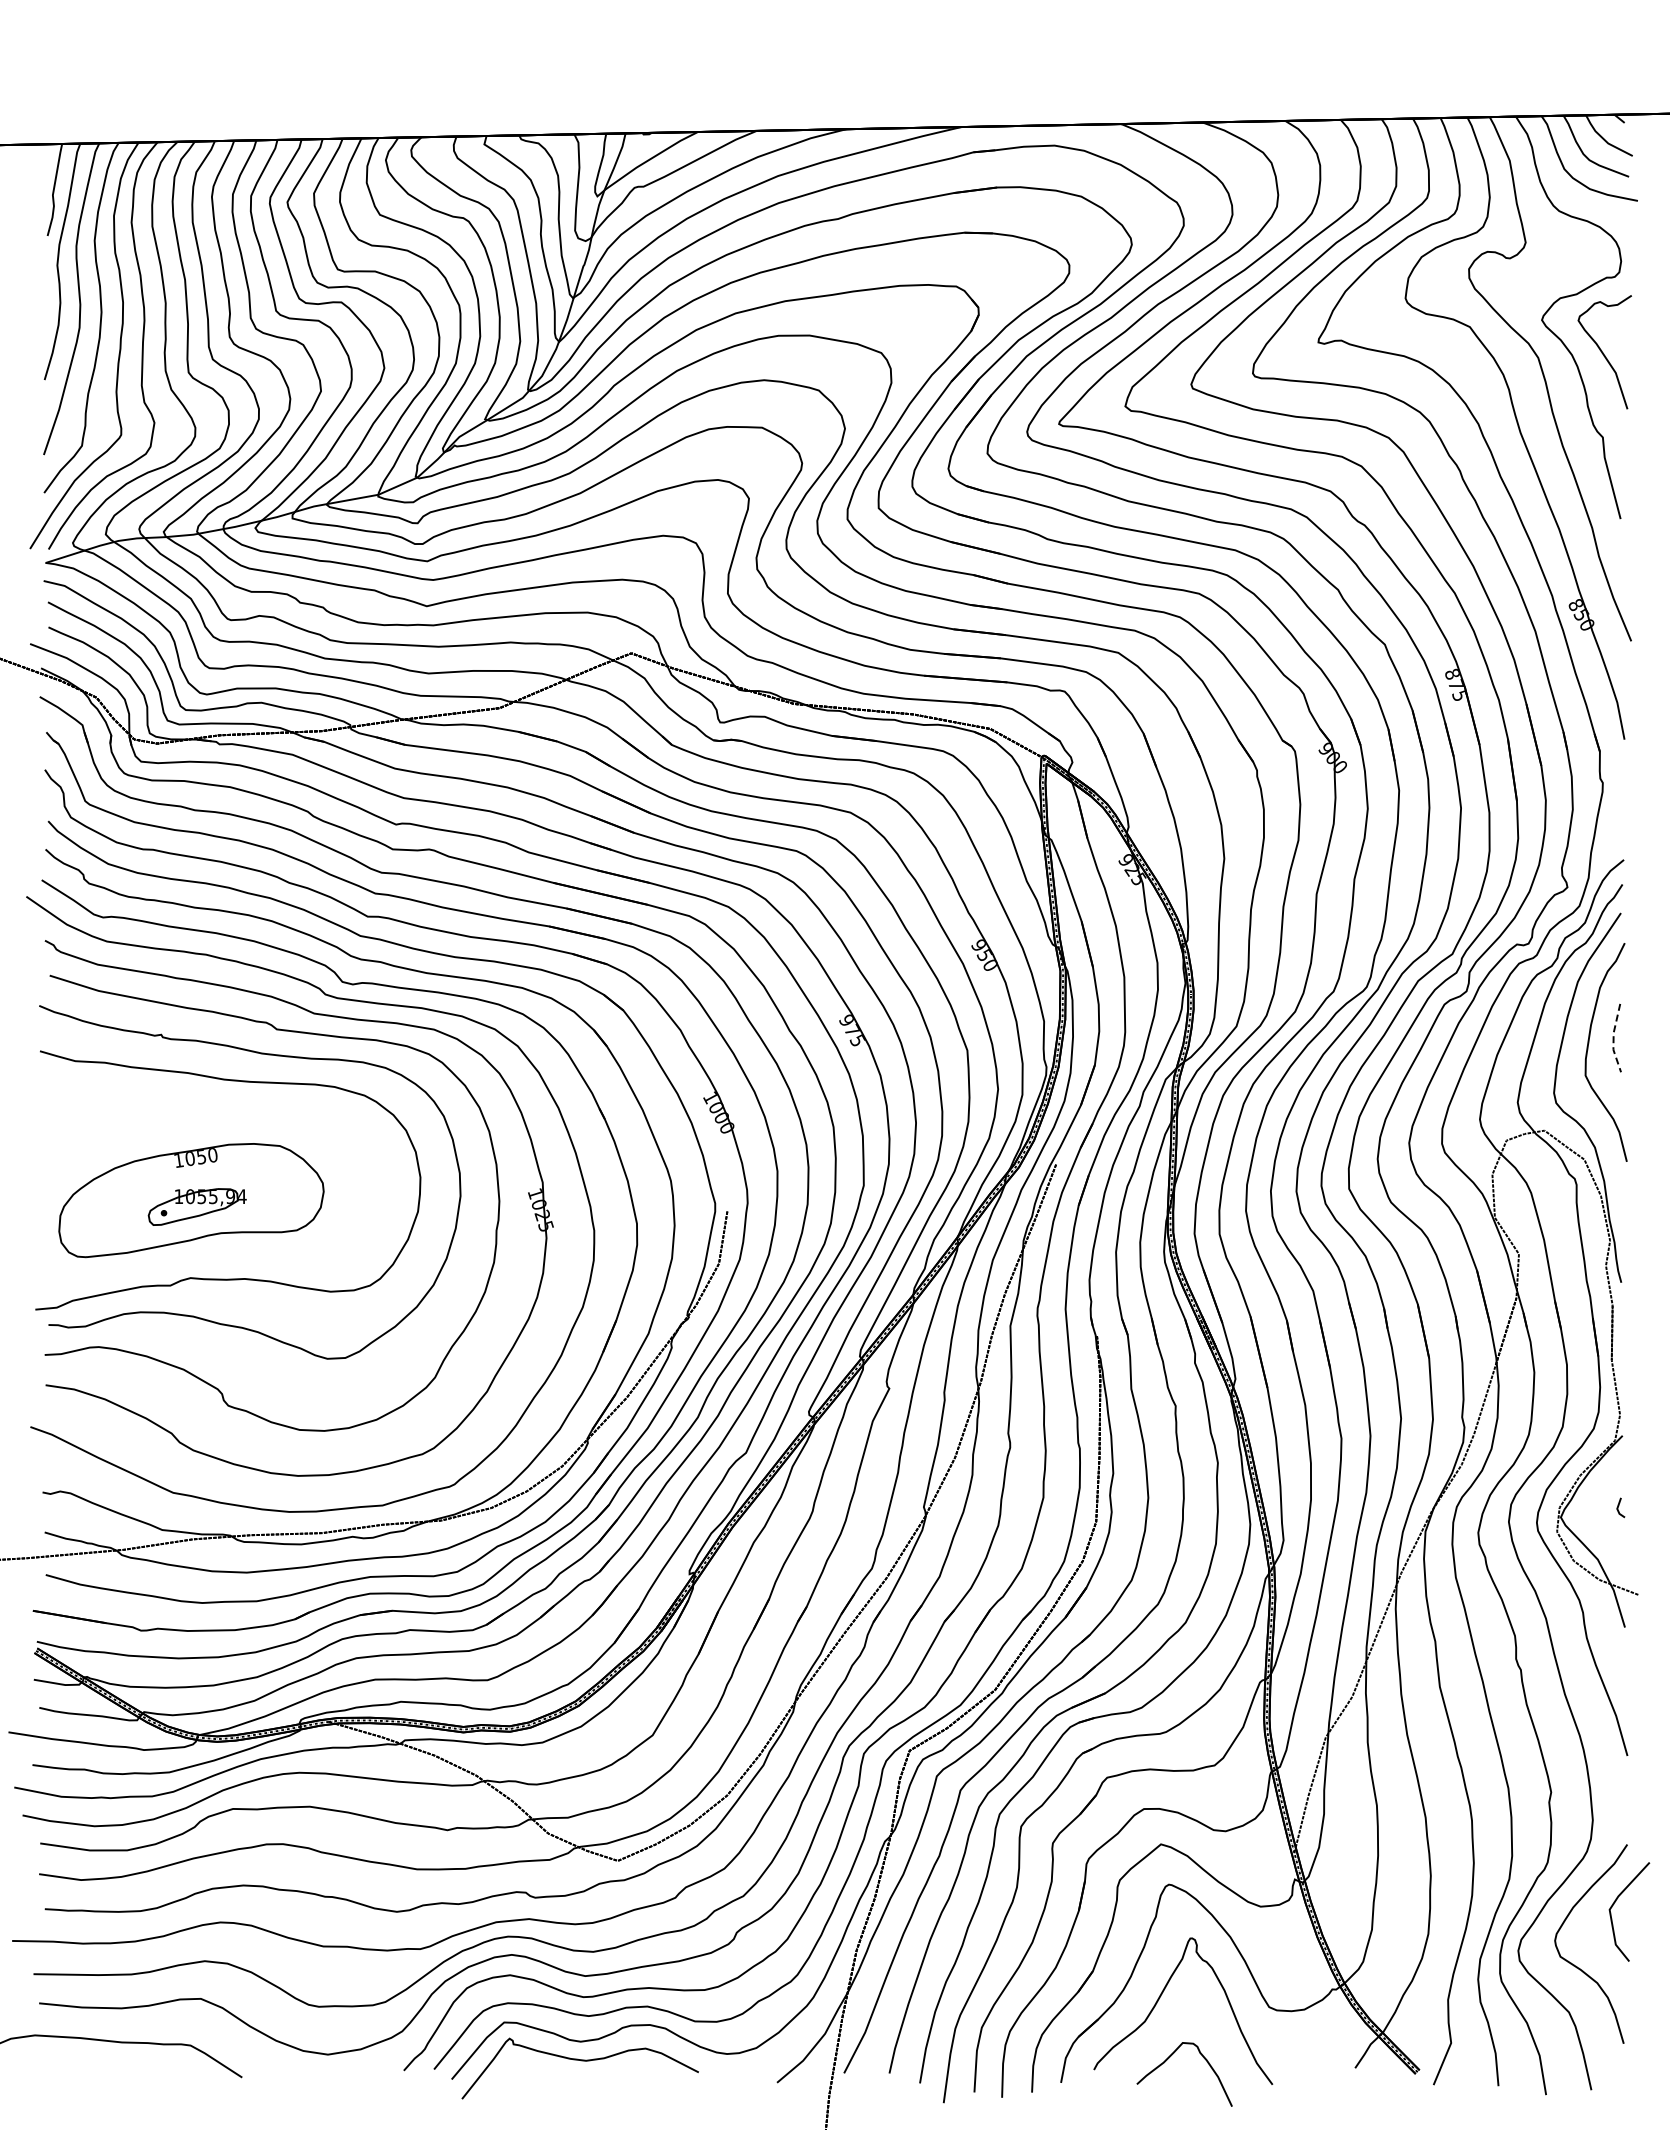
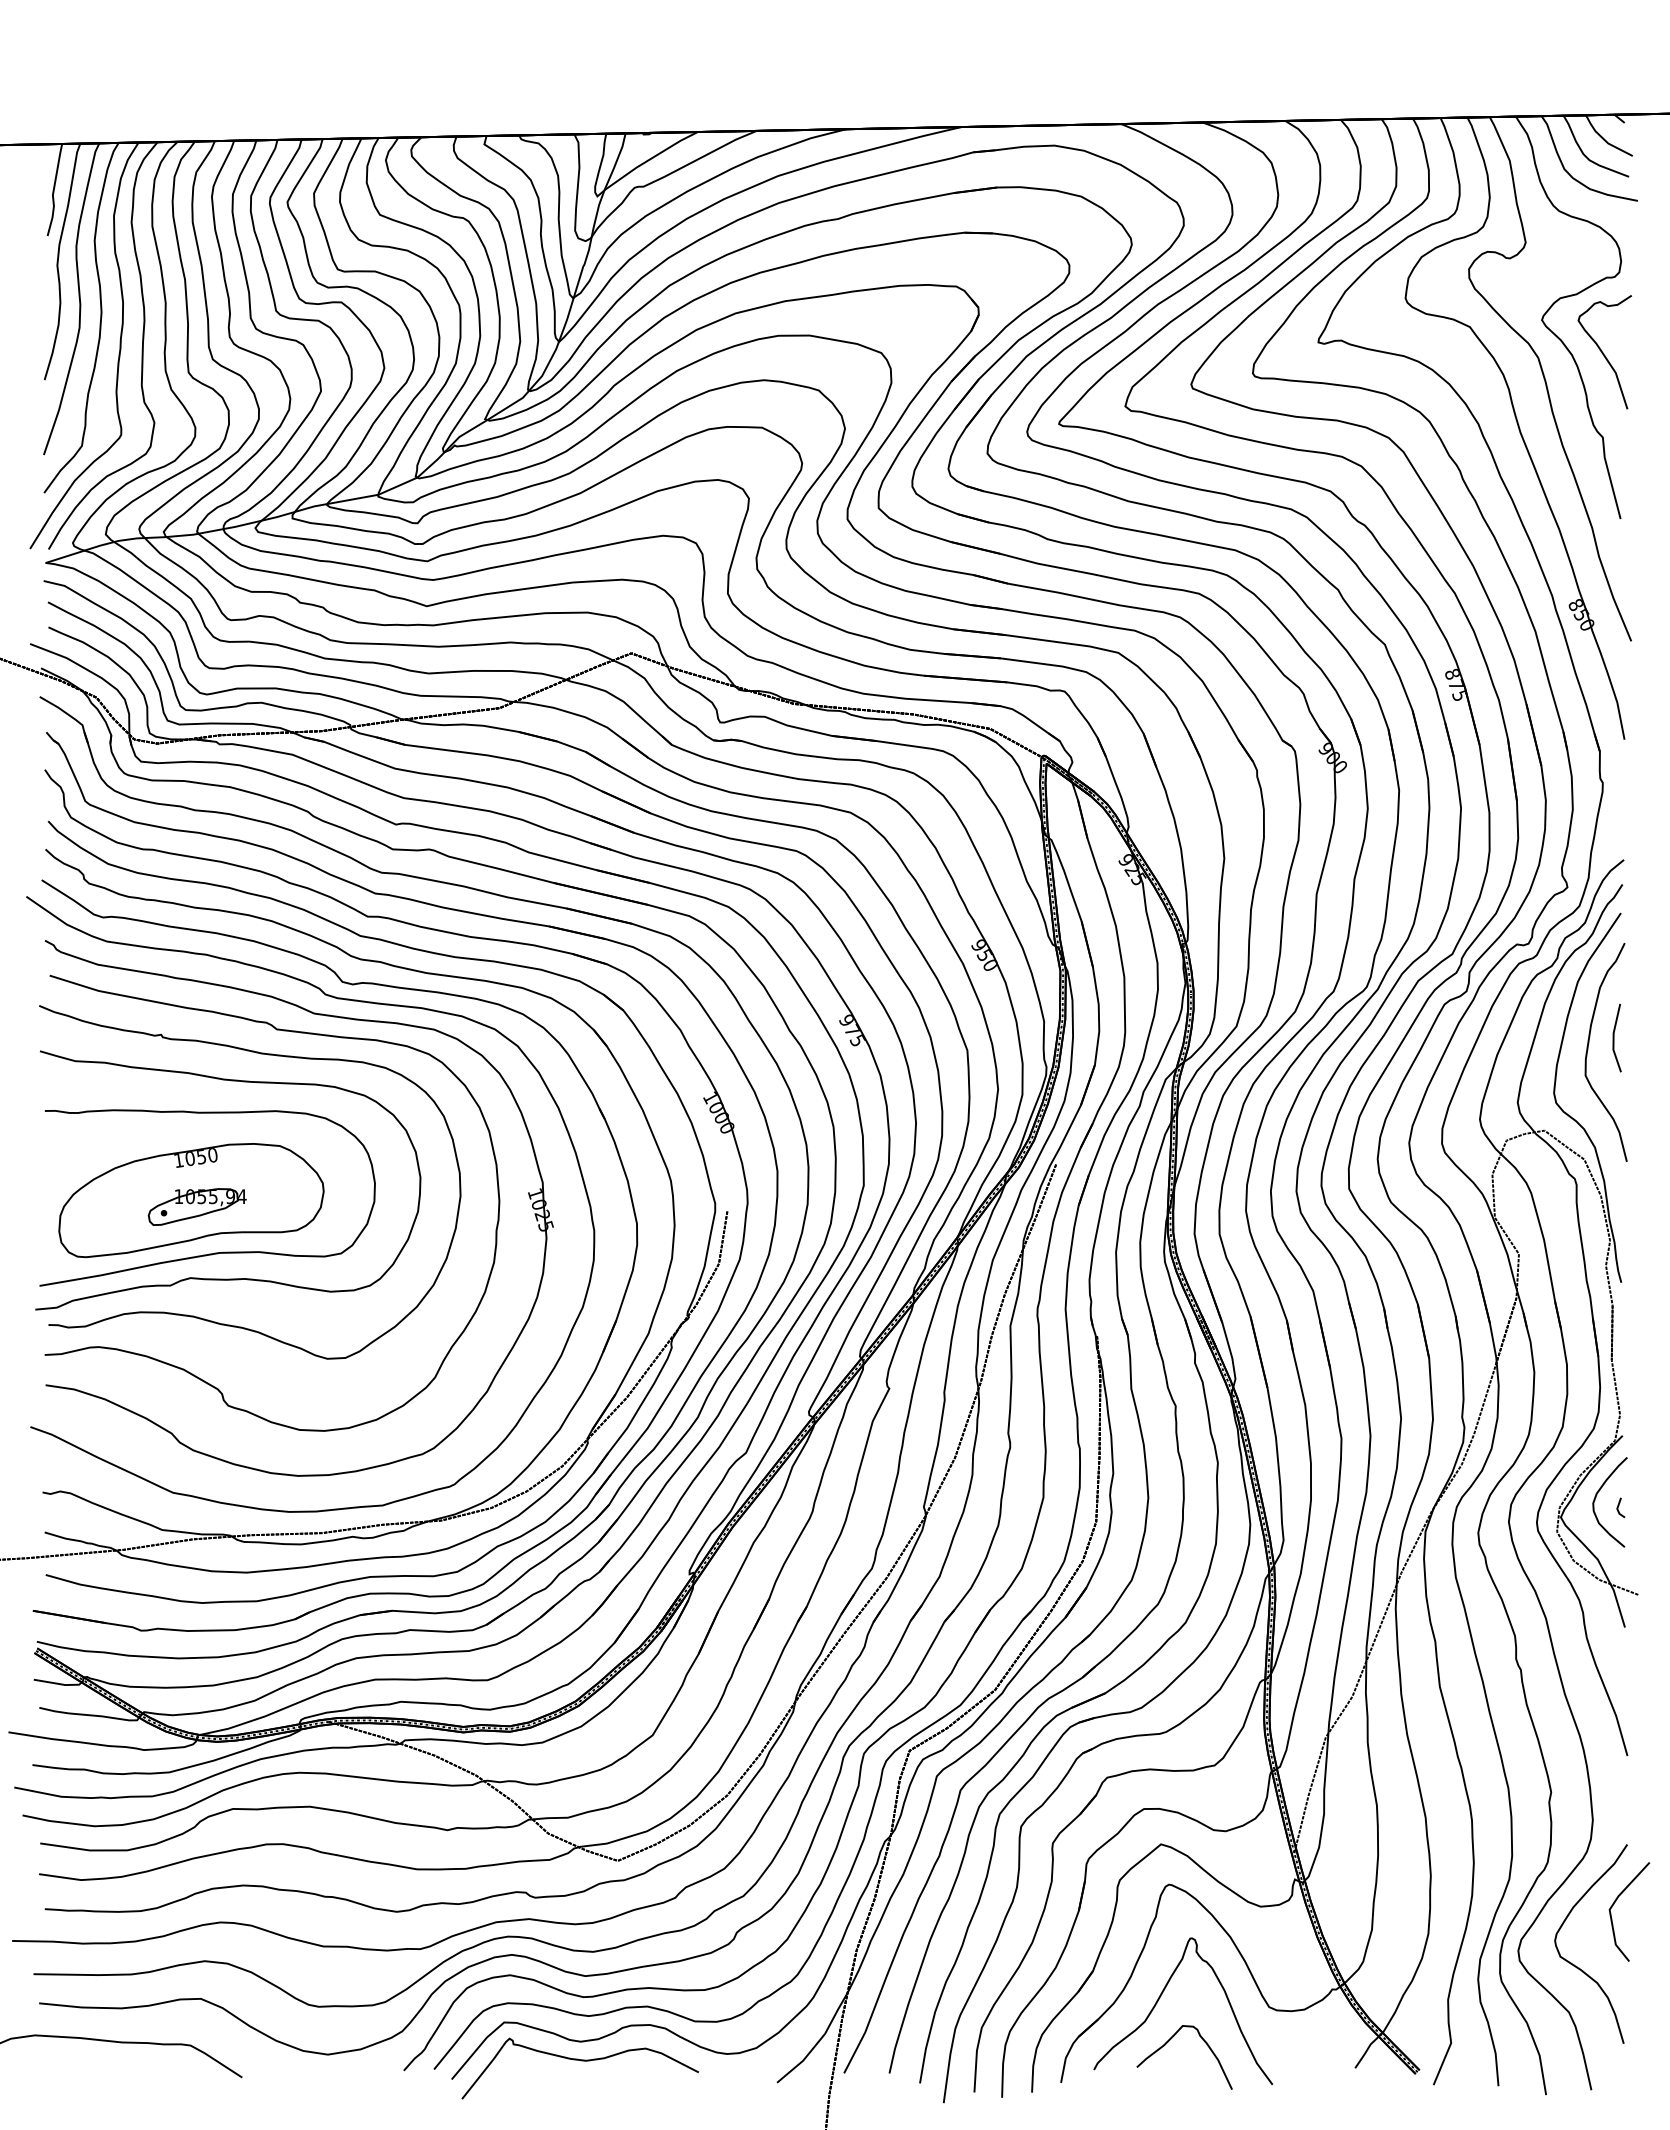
line at (1613, 1039): dashed -> solid
curve at (214, 1252): none -> present
curve at (1597, 1495): none -> present
curve at (1169, 2058) position: (1169, 2058) -> (1169, 2041)
